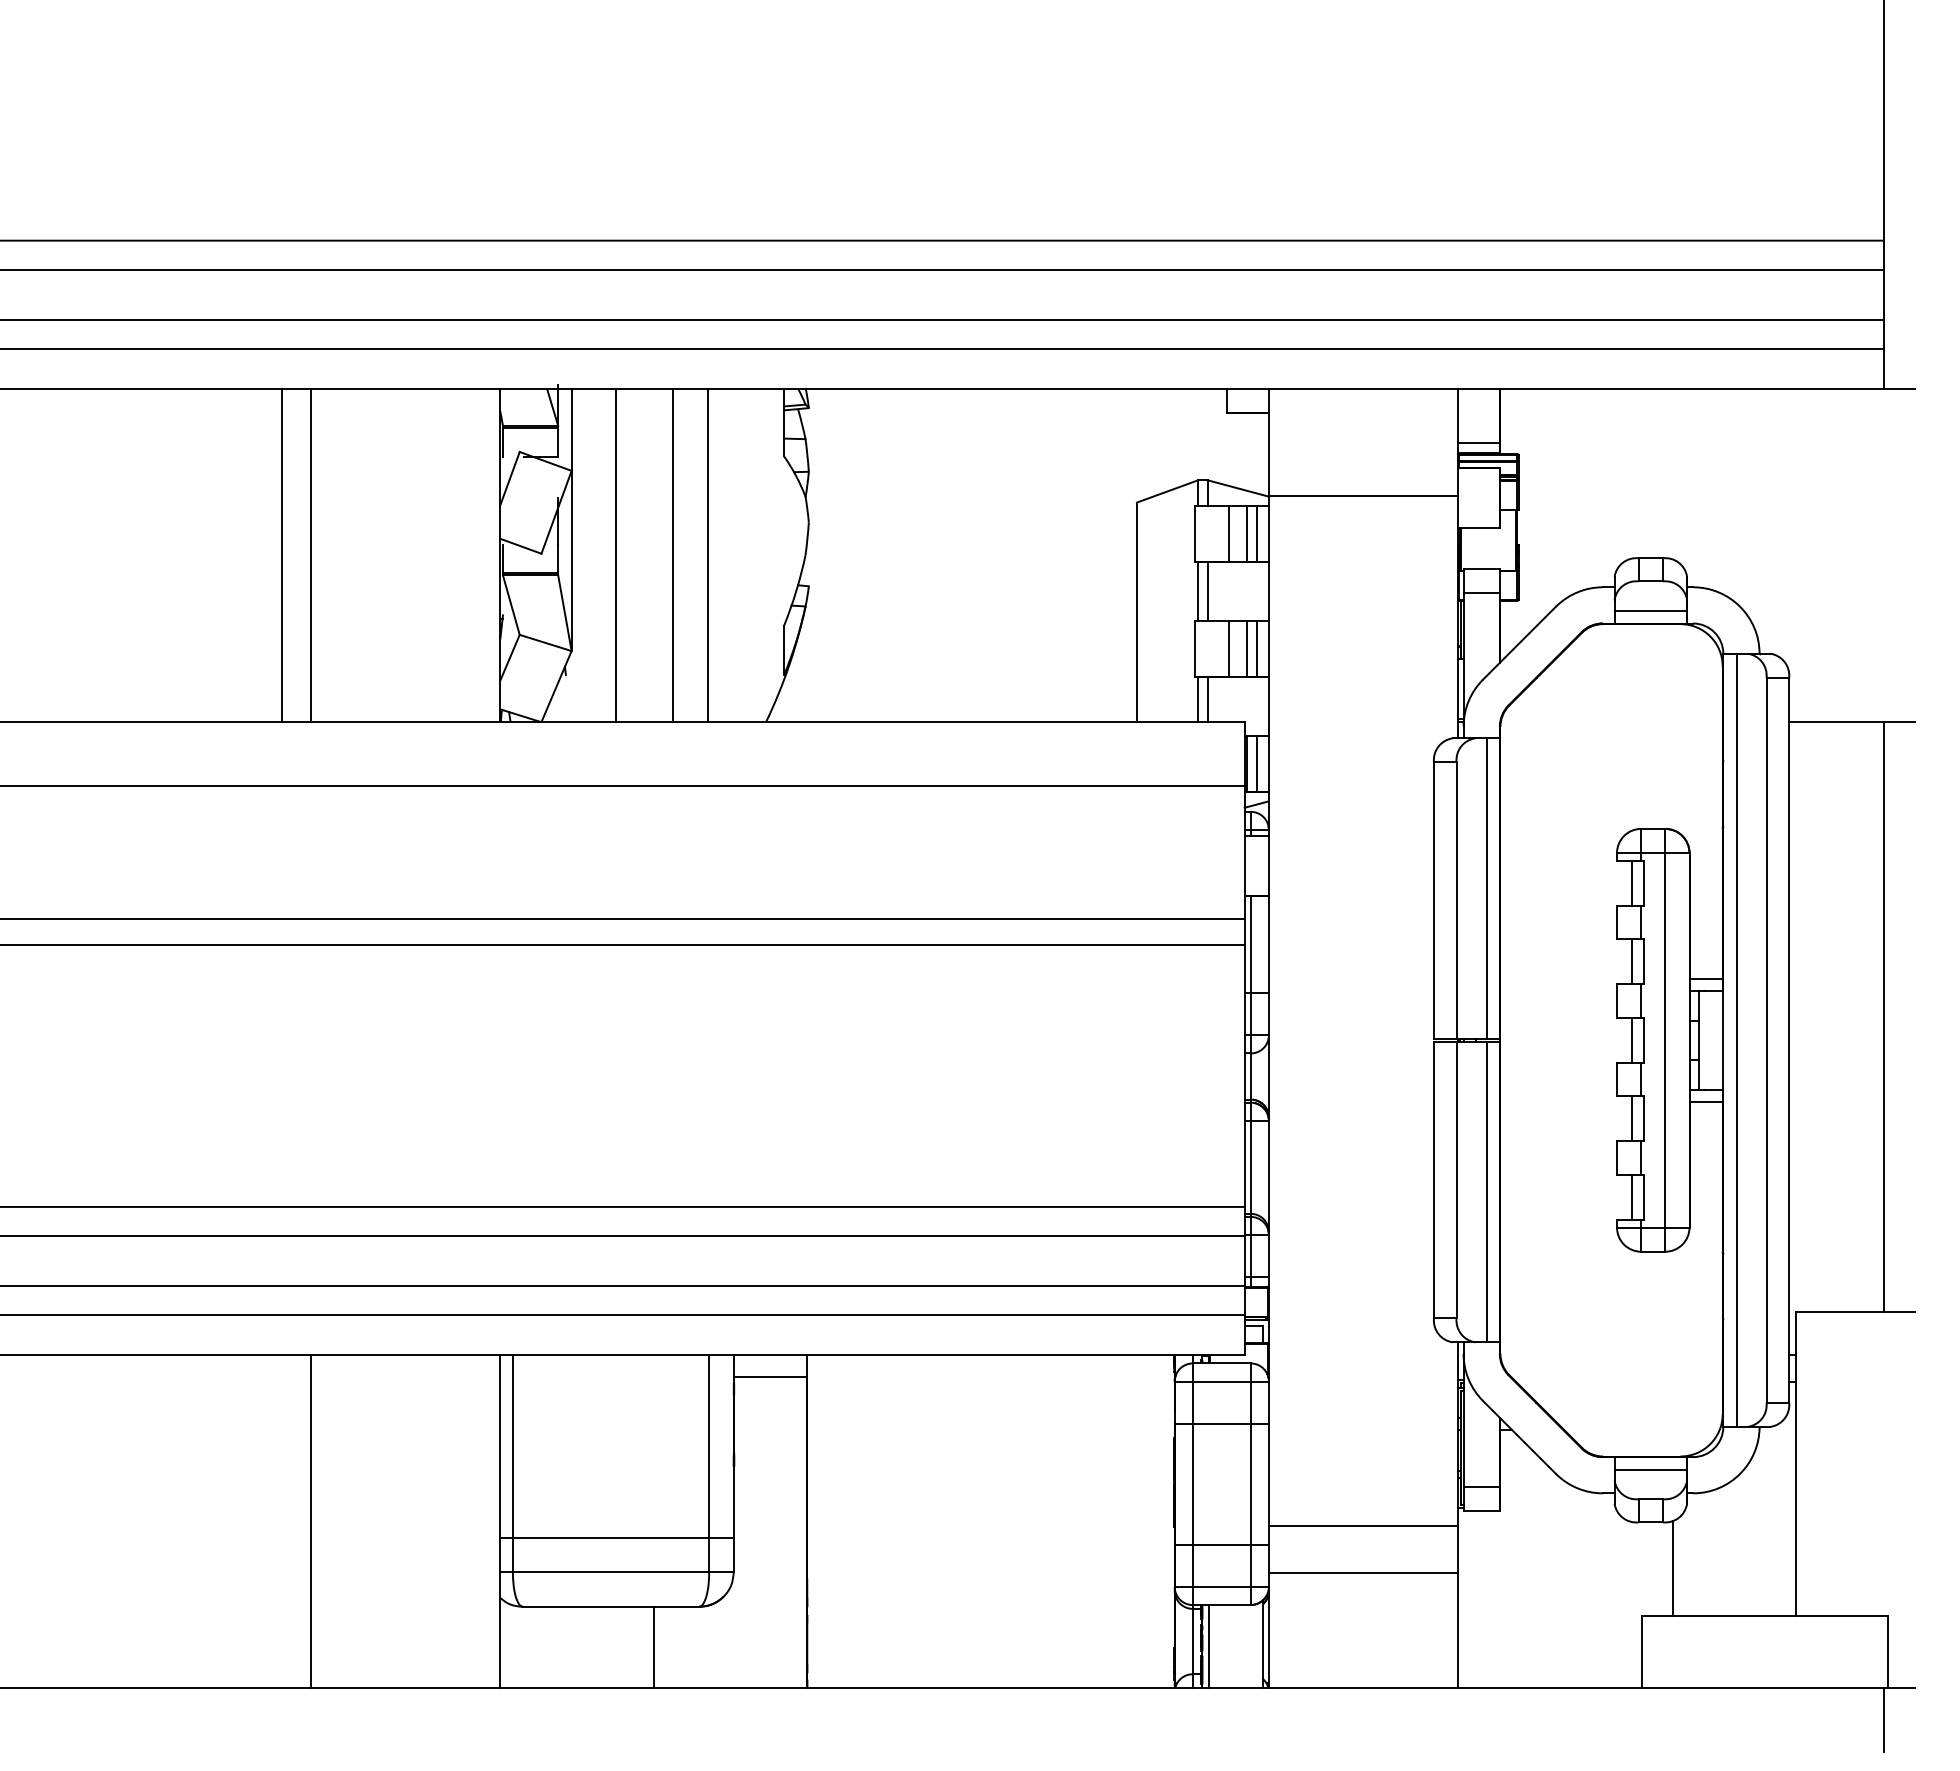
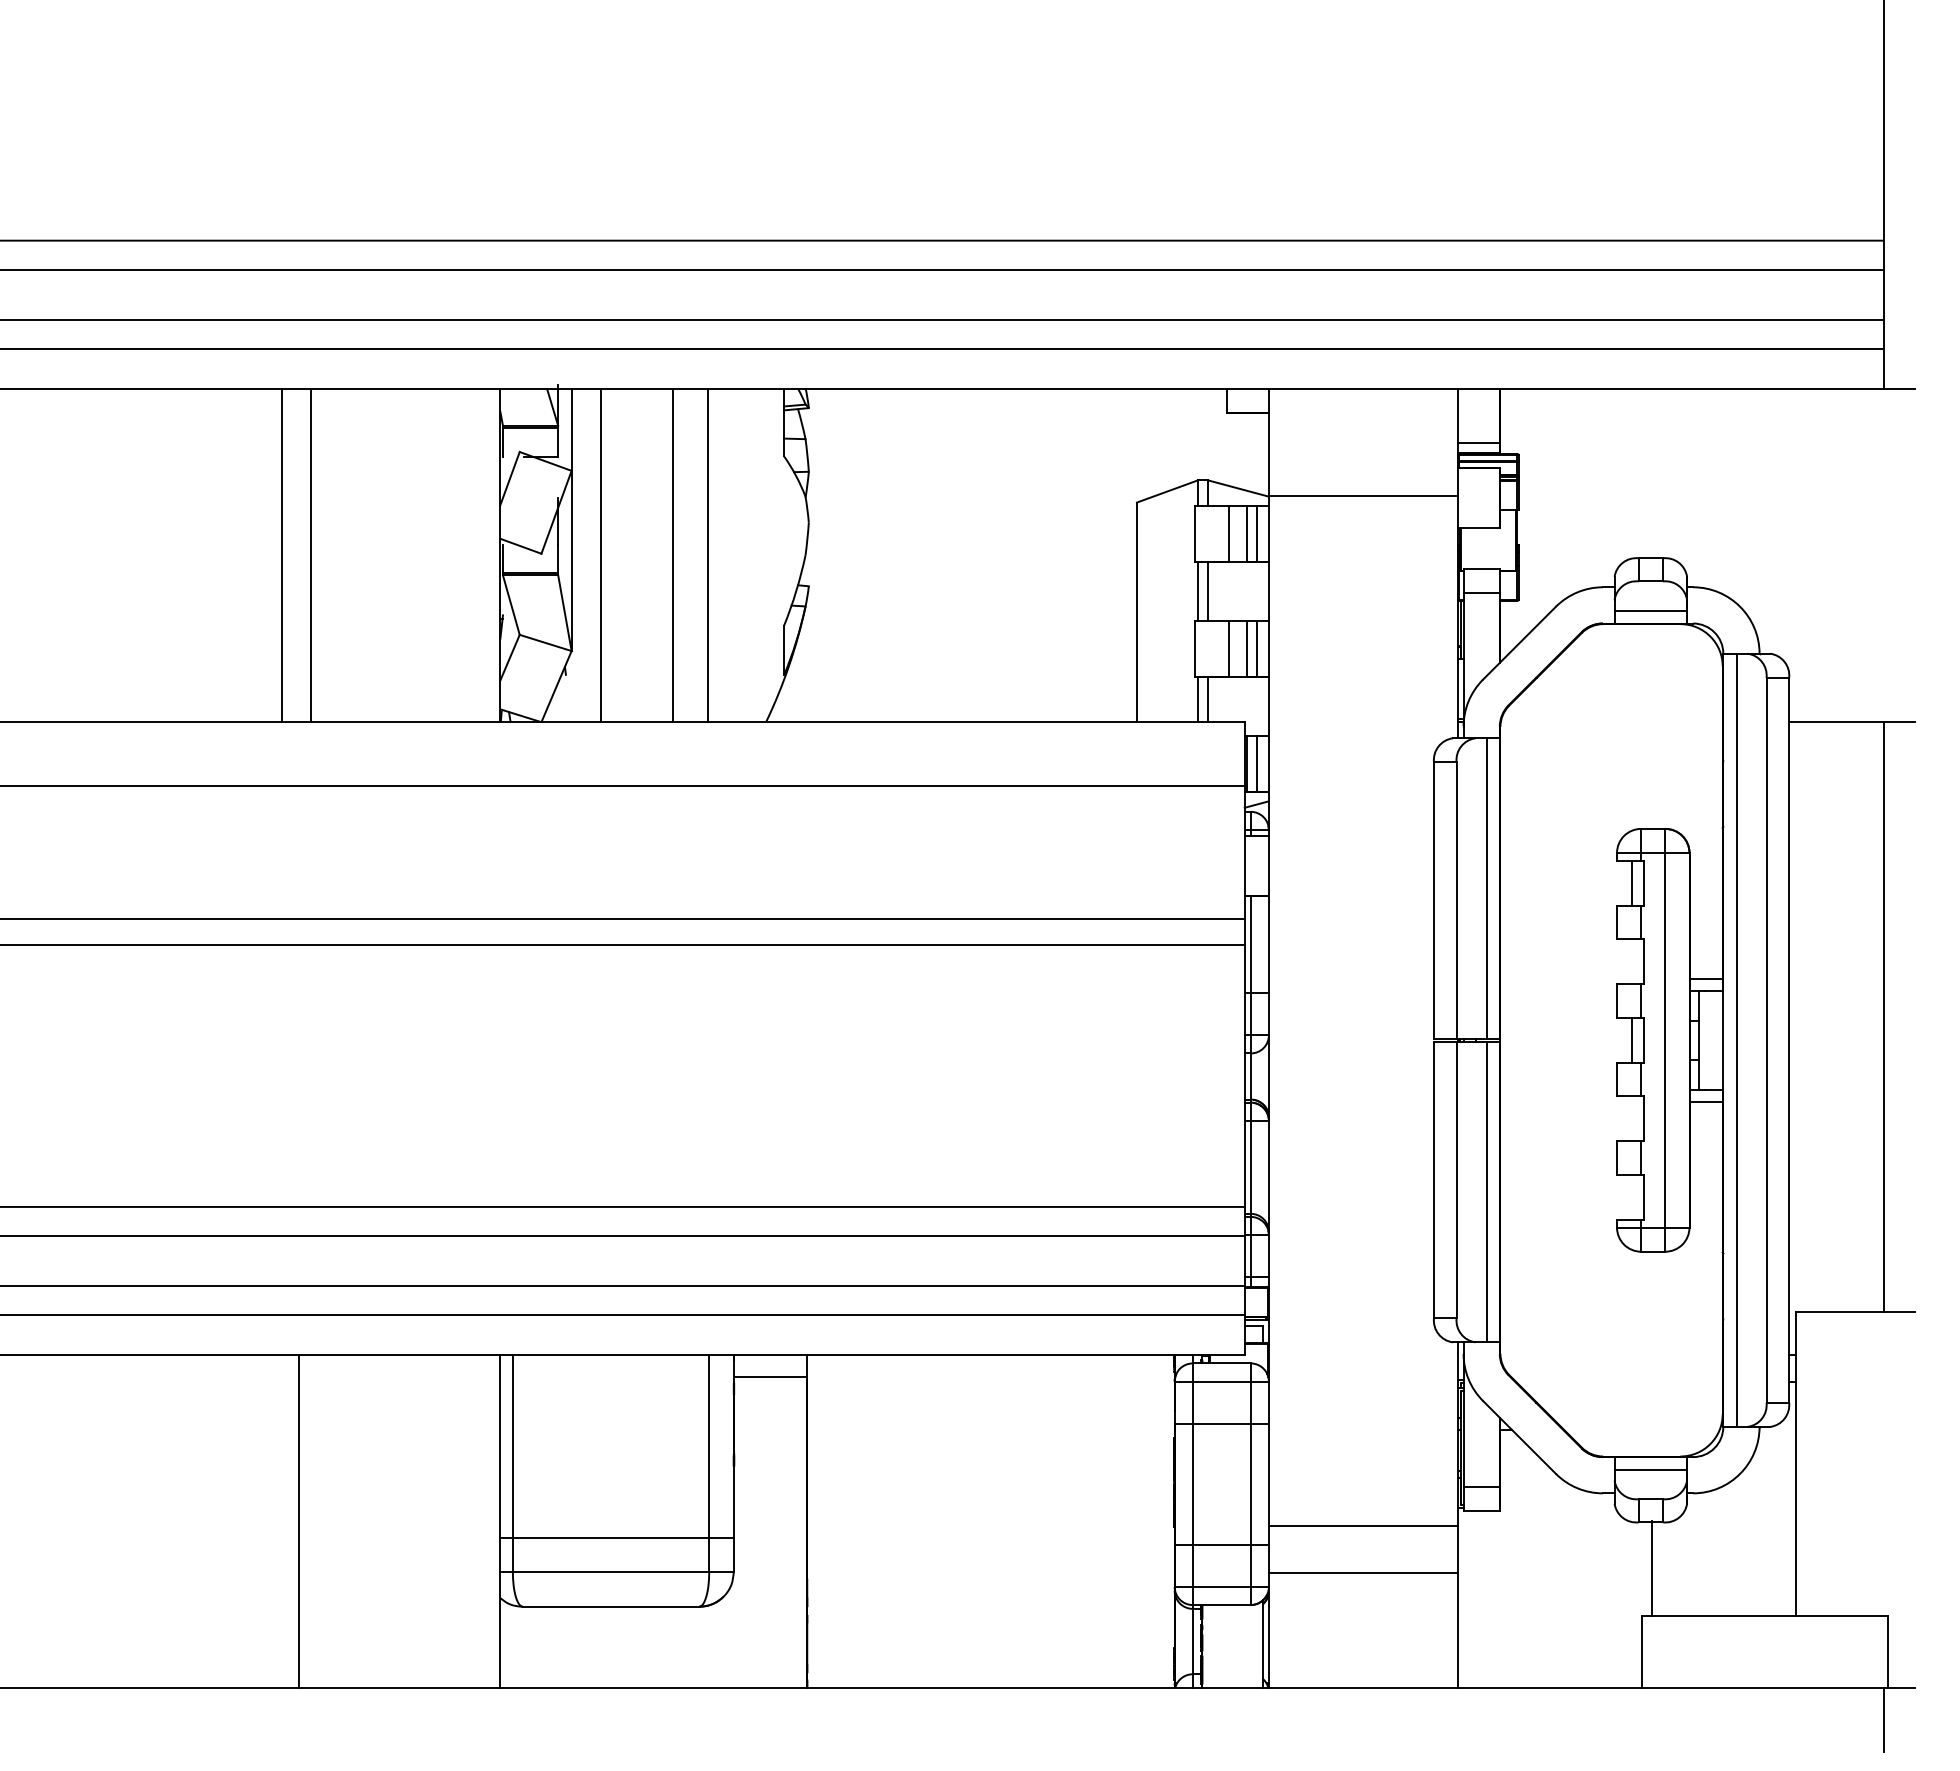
line at (615, 555) position: (615, 555) -> (600, 555)
line at (1631, 961): present -> none
line at (1631, 1118): present -> none
line at (1631, 1197): present -> none
line at (310, 1521) position: (310, 1521) -> (298, 1521)
line at (1672, 1567) position: (1672, 1567) -> (1651, 1567)
line at (1208, 1646): present -> none
line at (653, 1647): present -> none
